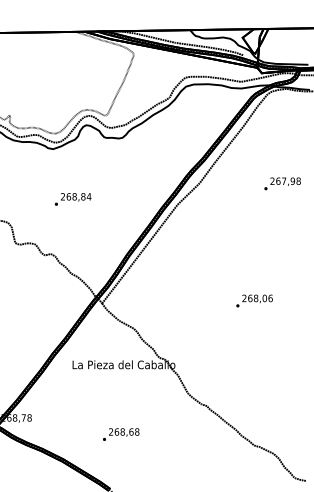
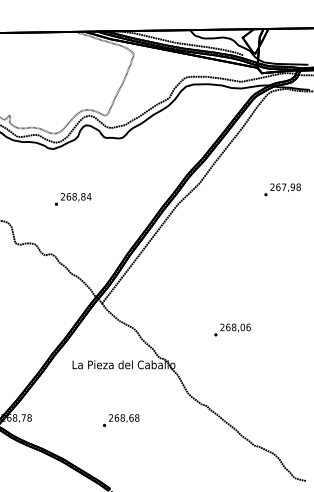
text at (282, 183) position: (282, 183) -> (282, 189)
text at (254, 300) position: (254, 300) -> (232, 329)
text at (121, 434) position: (121, 434) -> (121, 420)
